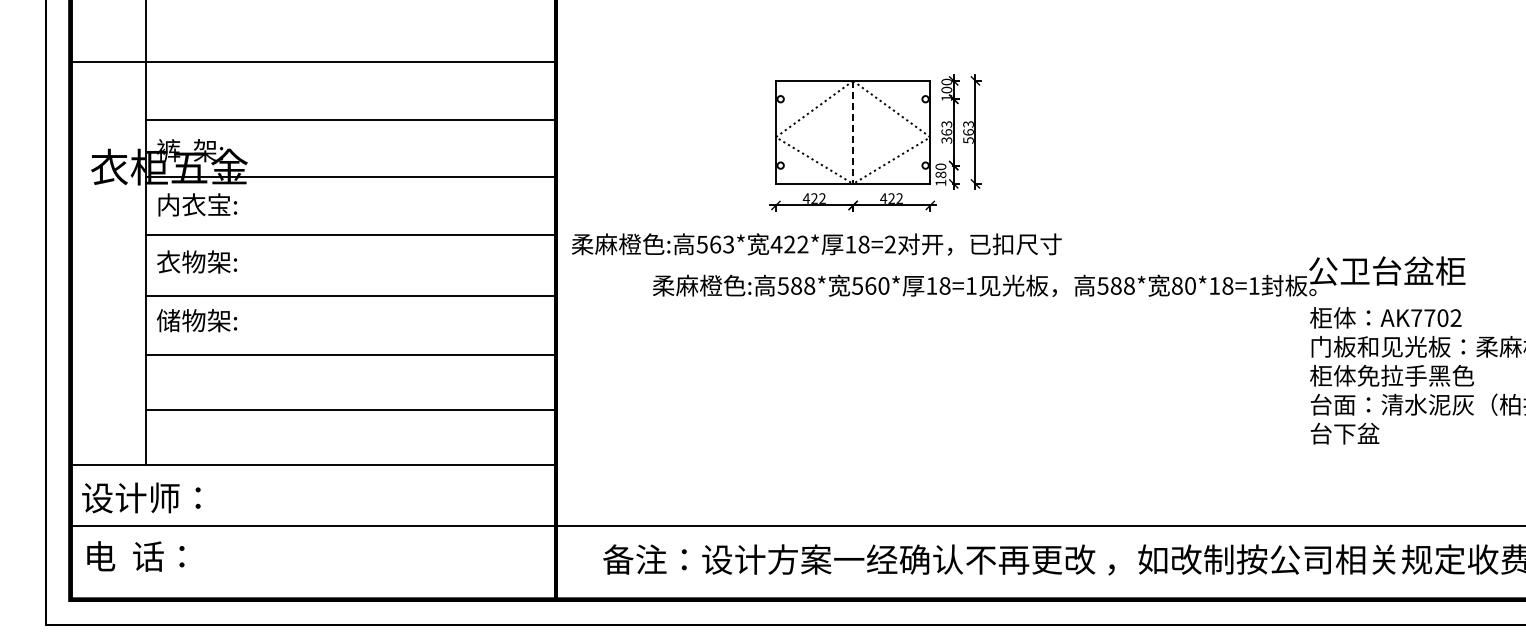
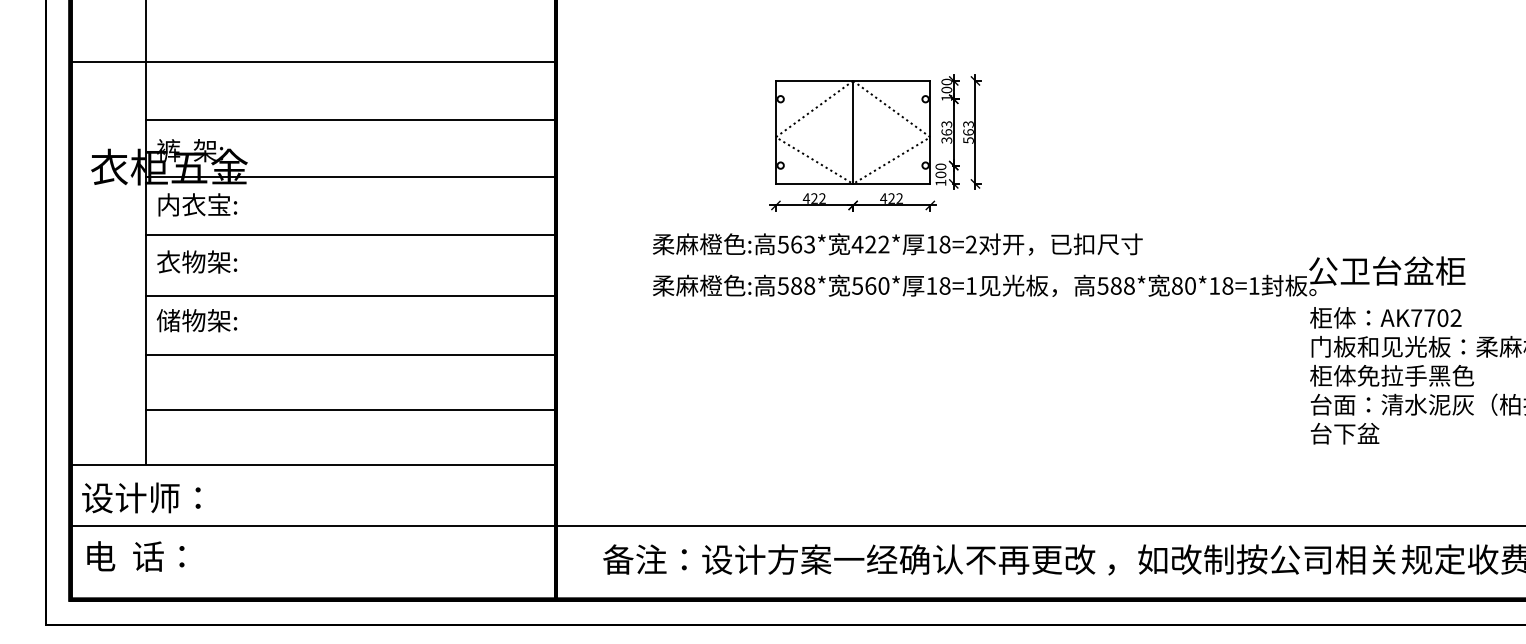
line at (853, 132): dashed -> solid
text at (941, 174): 180 -> 100
text at (816, 244) position: (816, 244) -> (897, 244)
